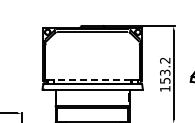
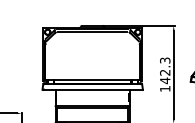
text at (165, 70): 153.2 -> 142.3
line at (92, 79): dashed -> solid
